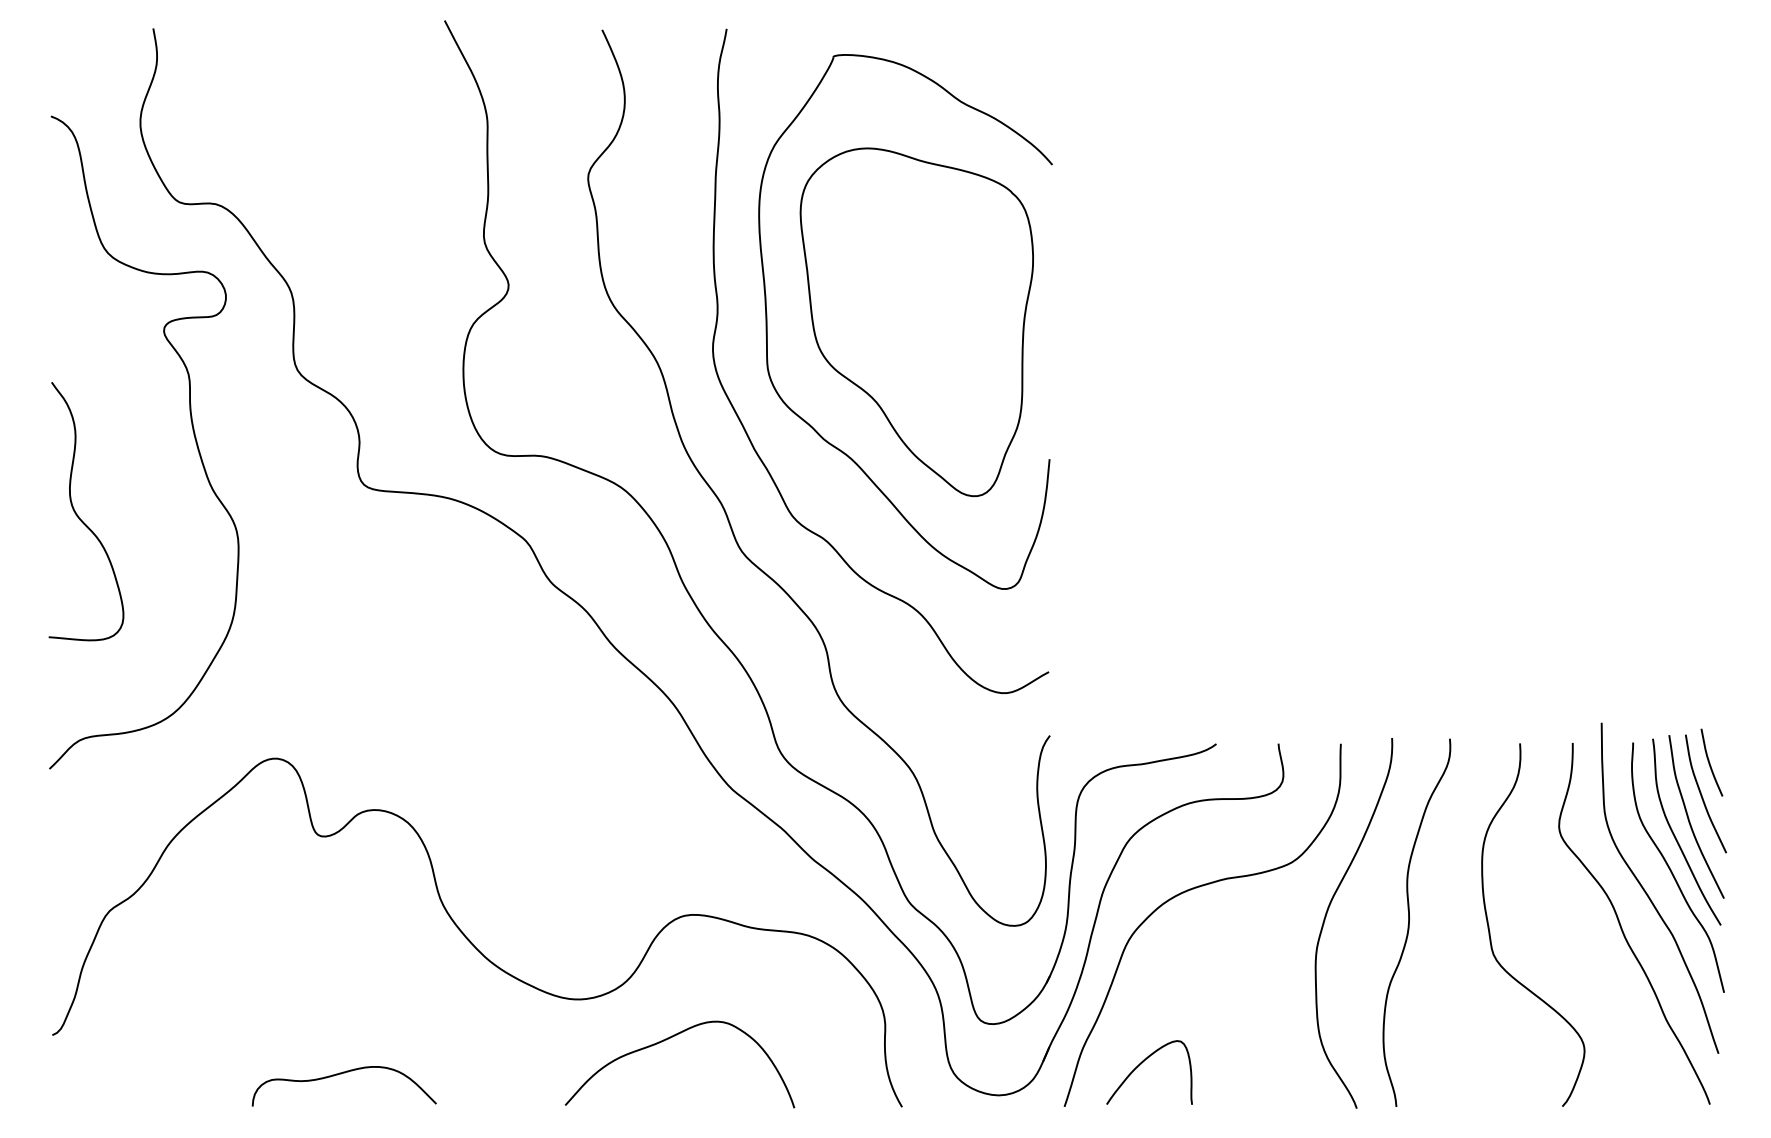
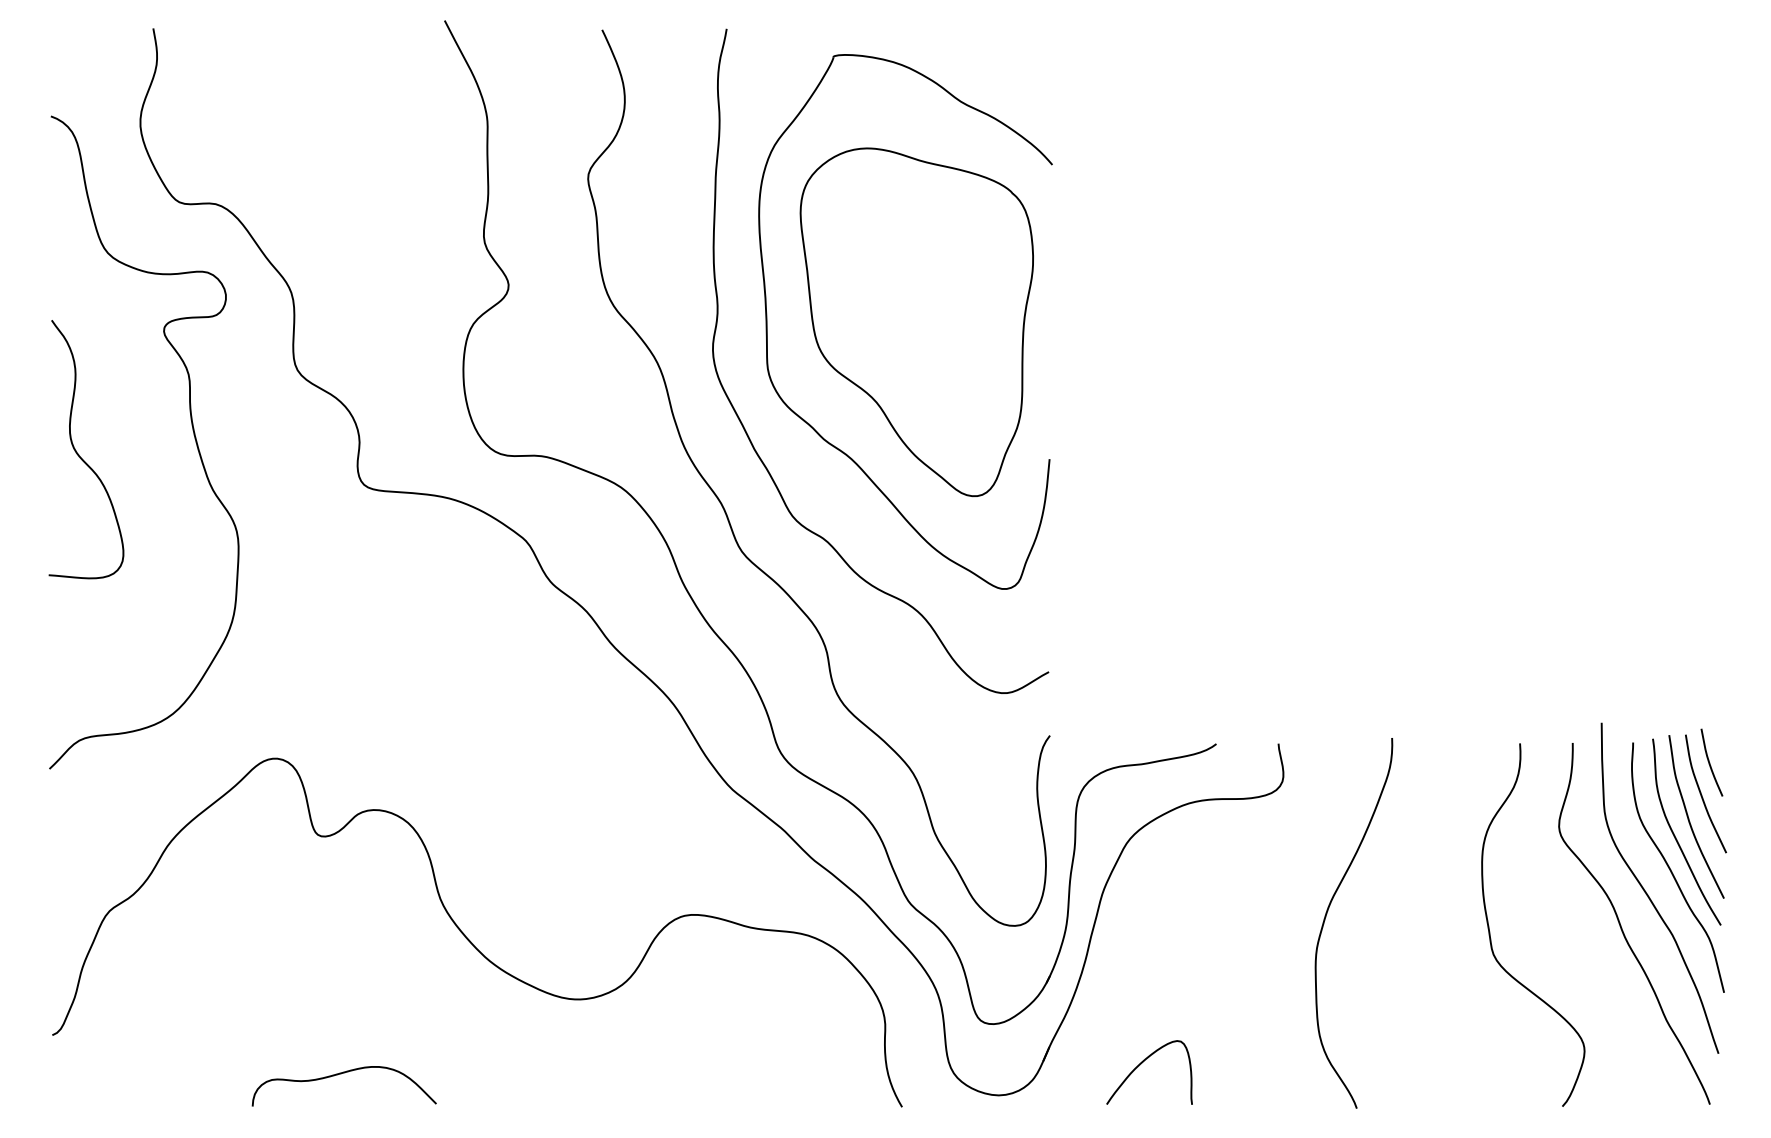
curve at (79, 516) position: (79, 516) -> (79, 454)
curve at (1191, 890): present -> none
curve at (1409, 922): present -> none
curve at (666, 1040): present -> none
